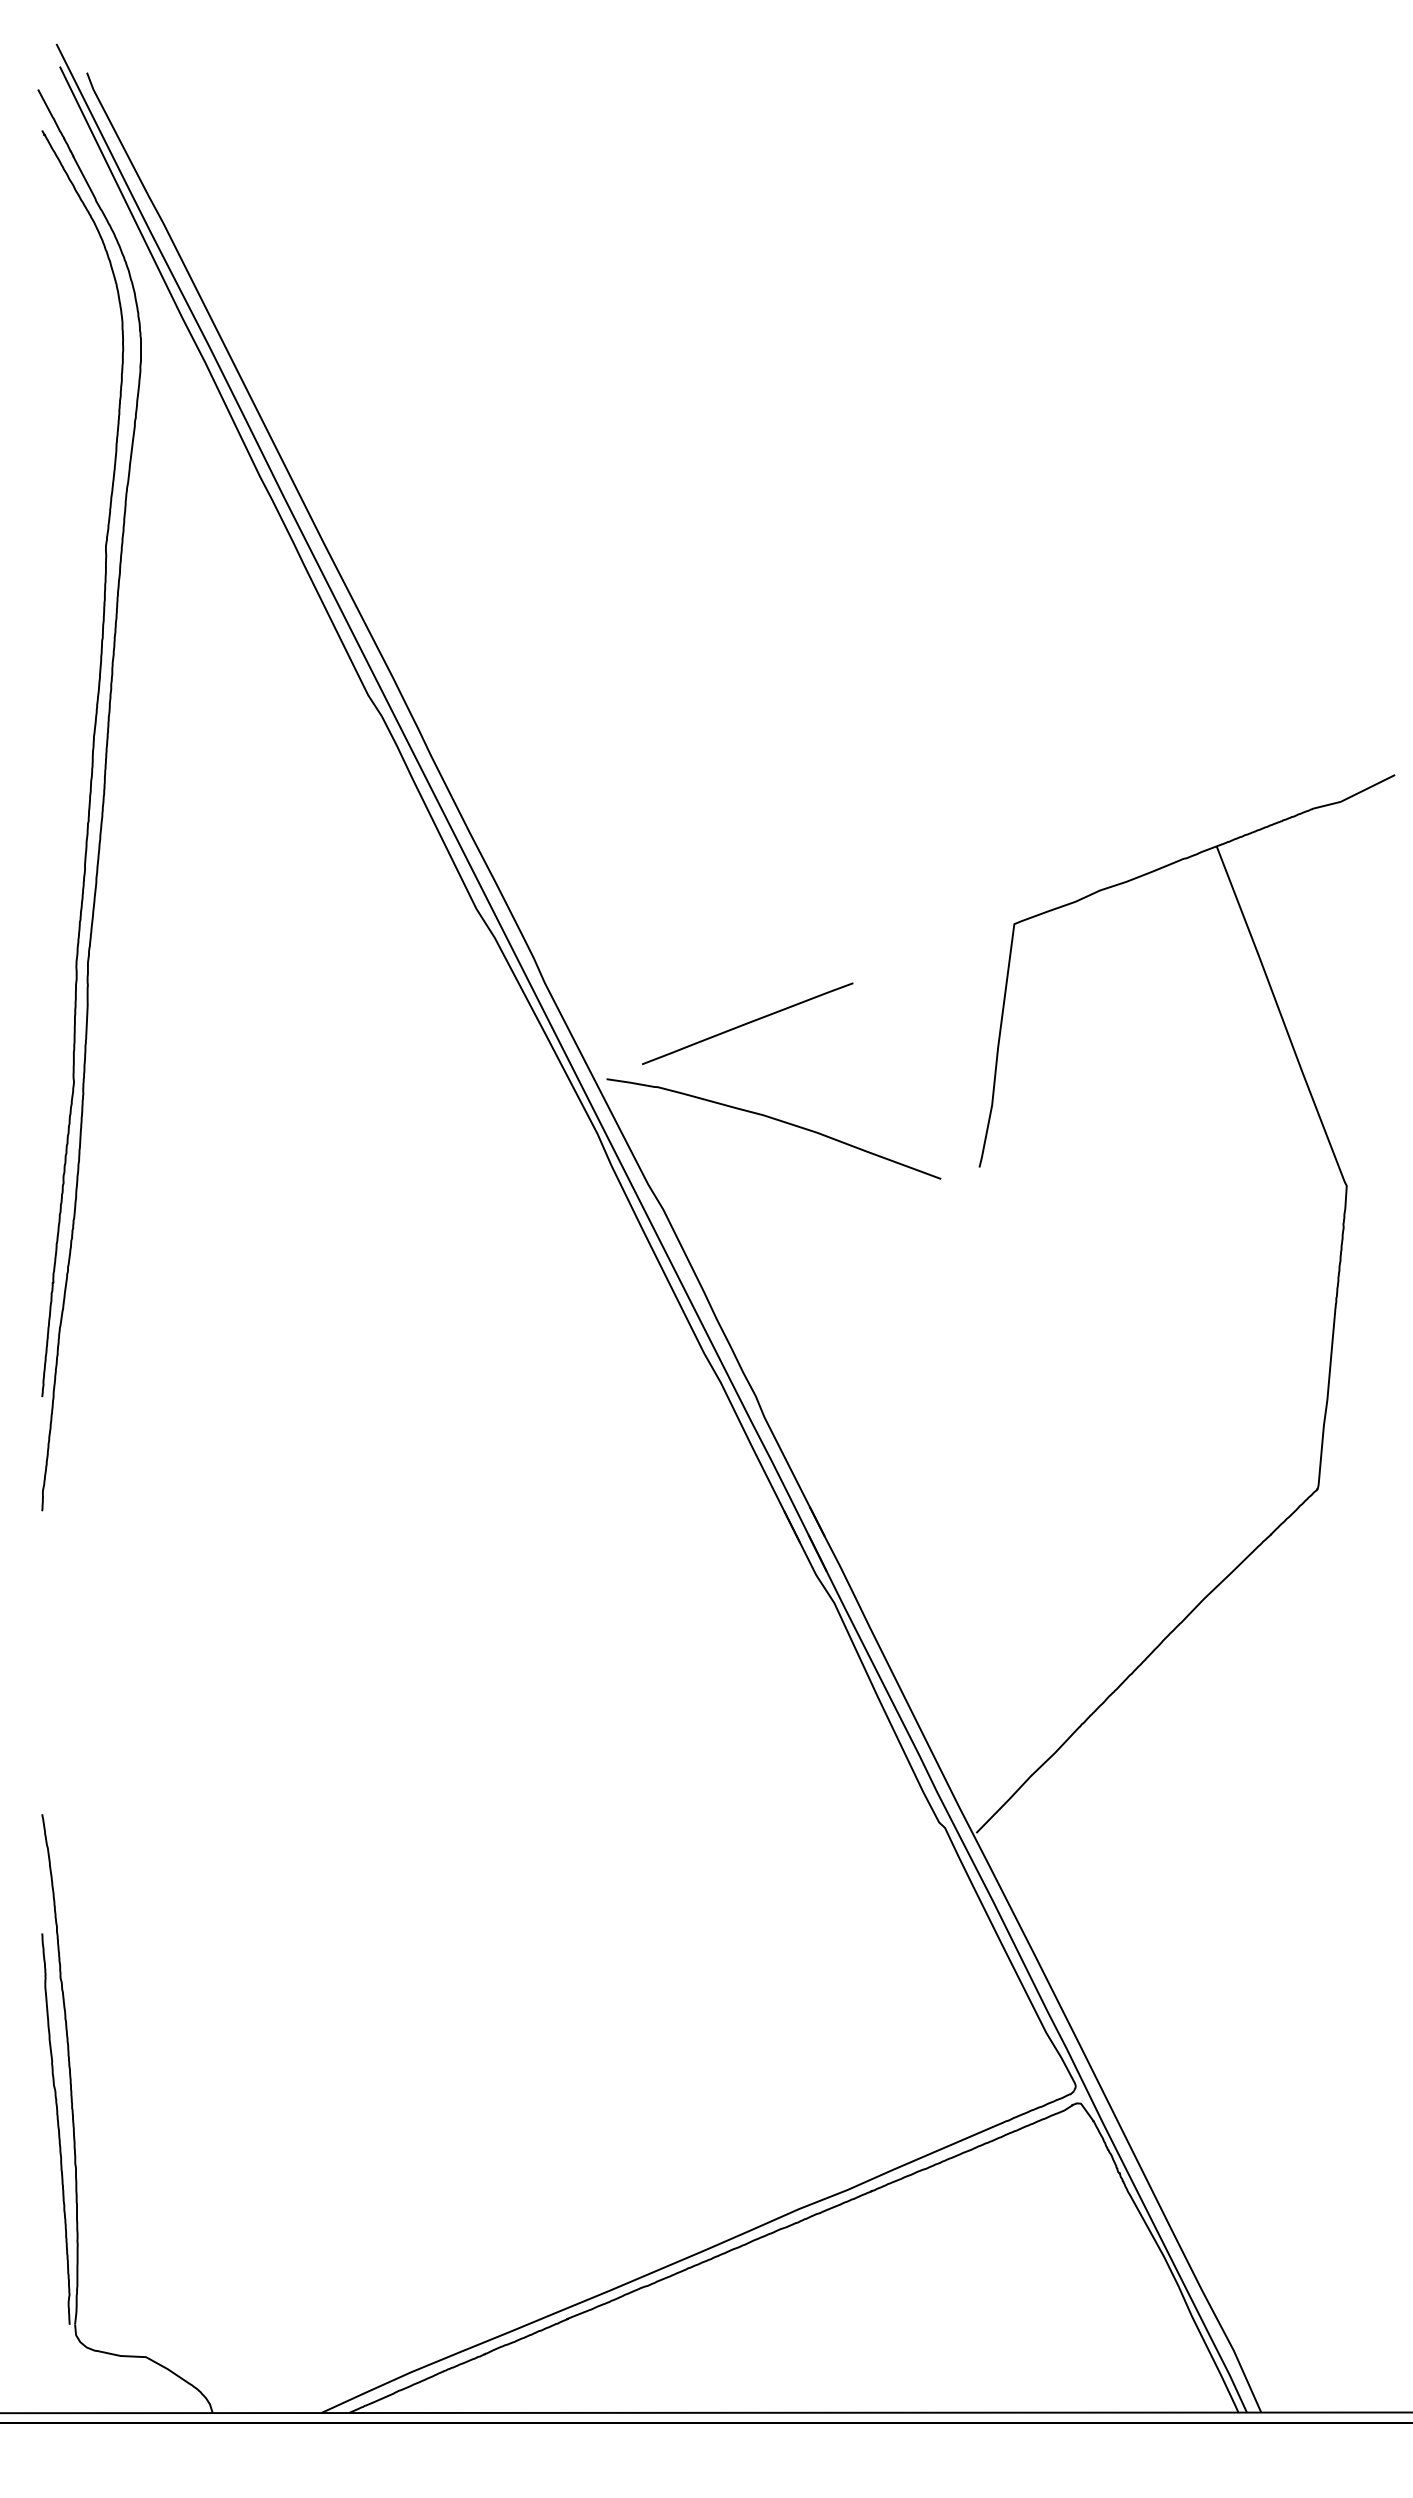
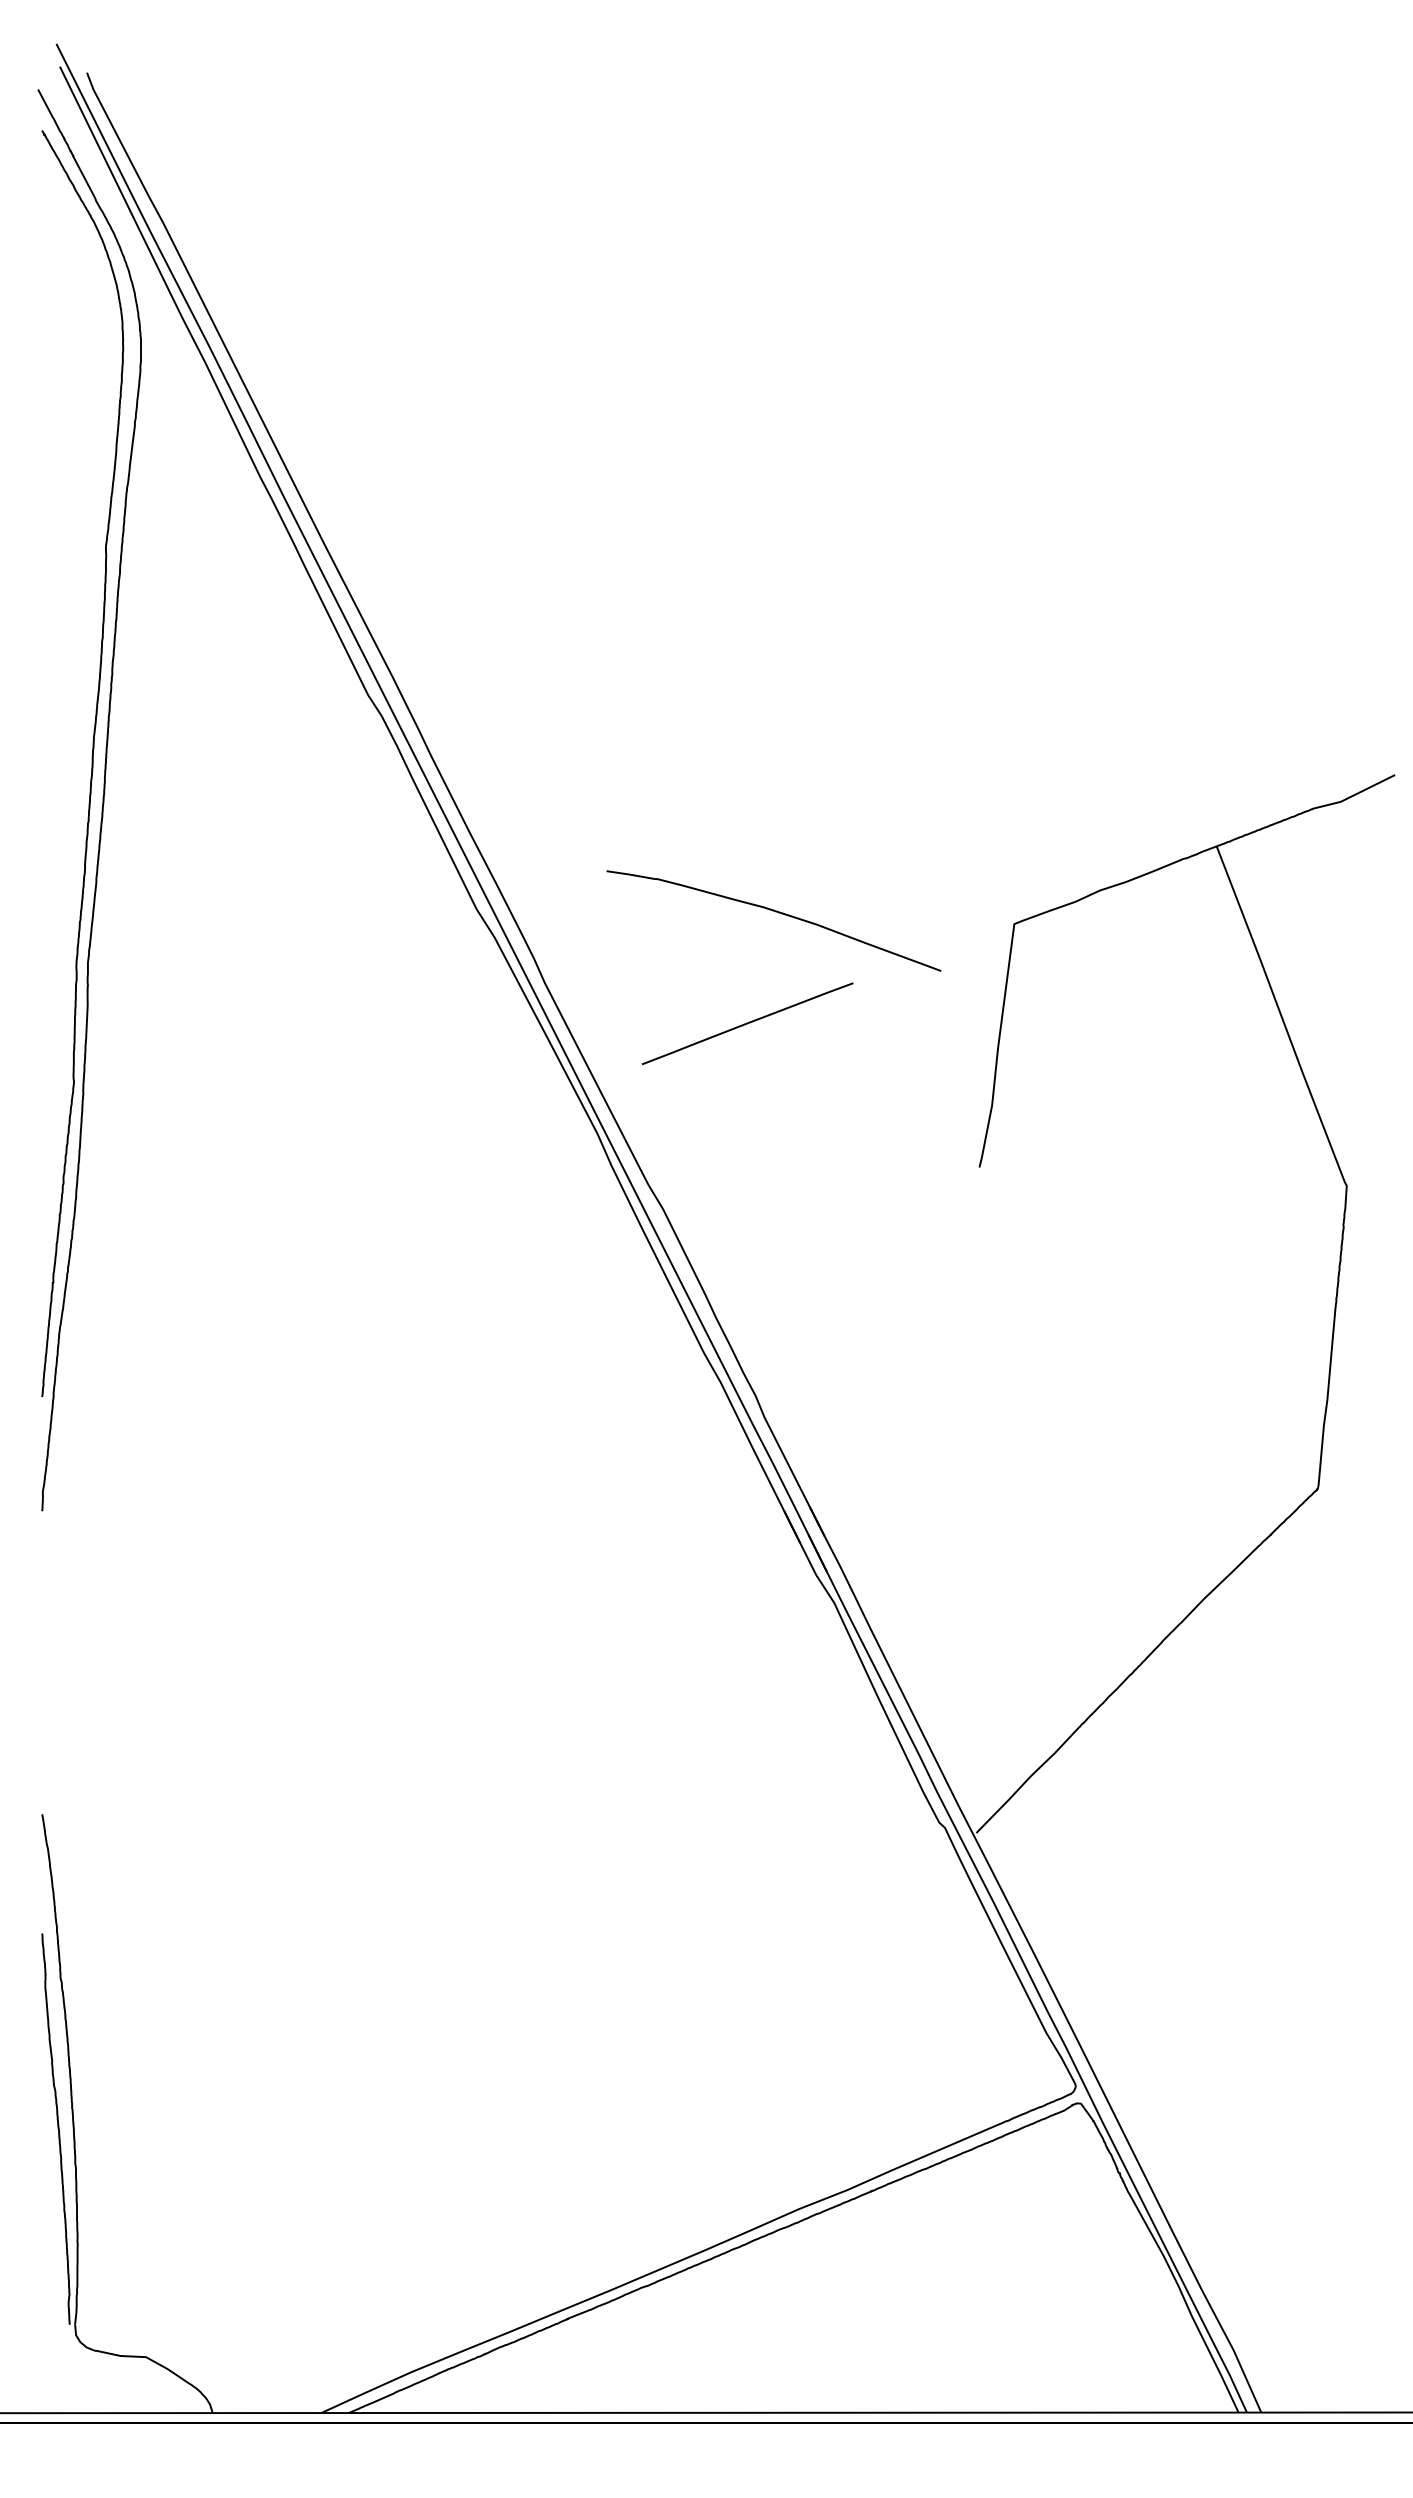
curve at (775, 1120) position: (775, 1120) -> (775, 912)
